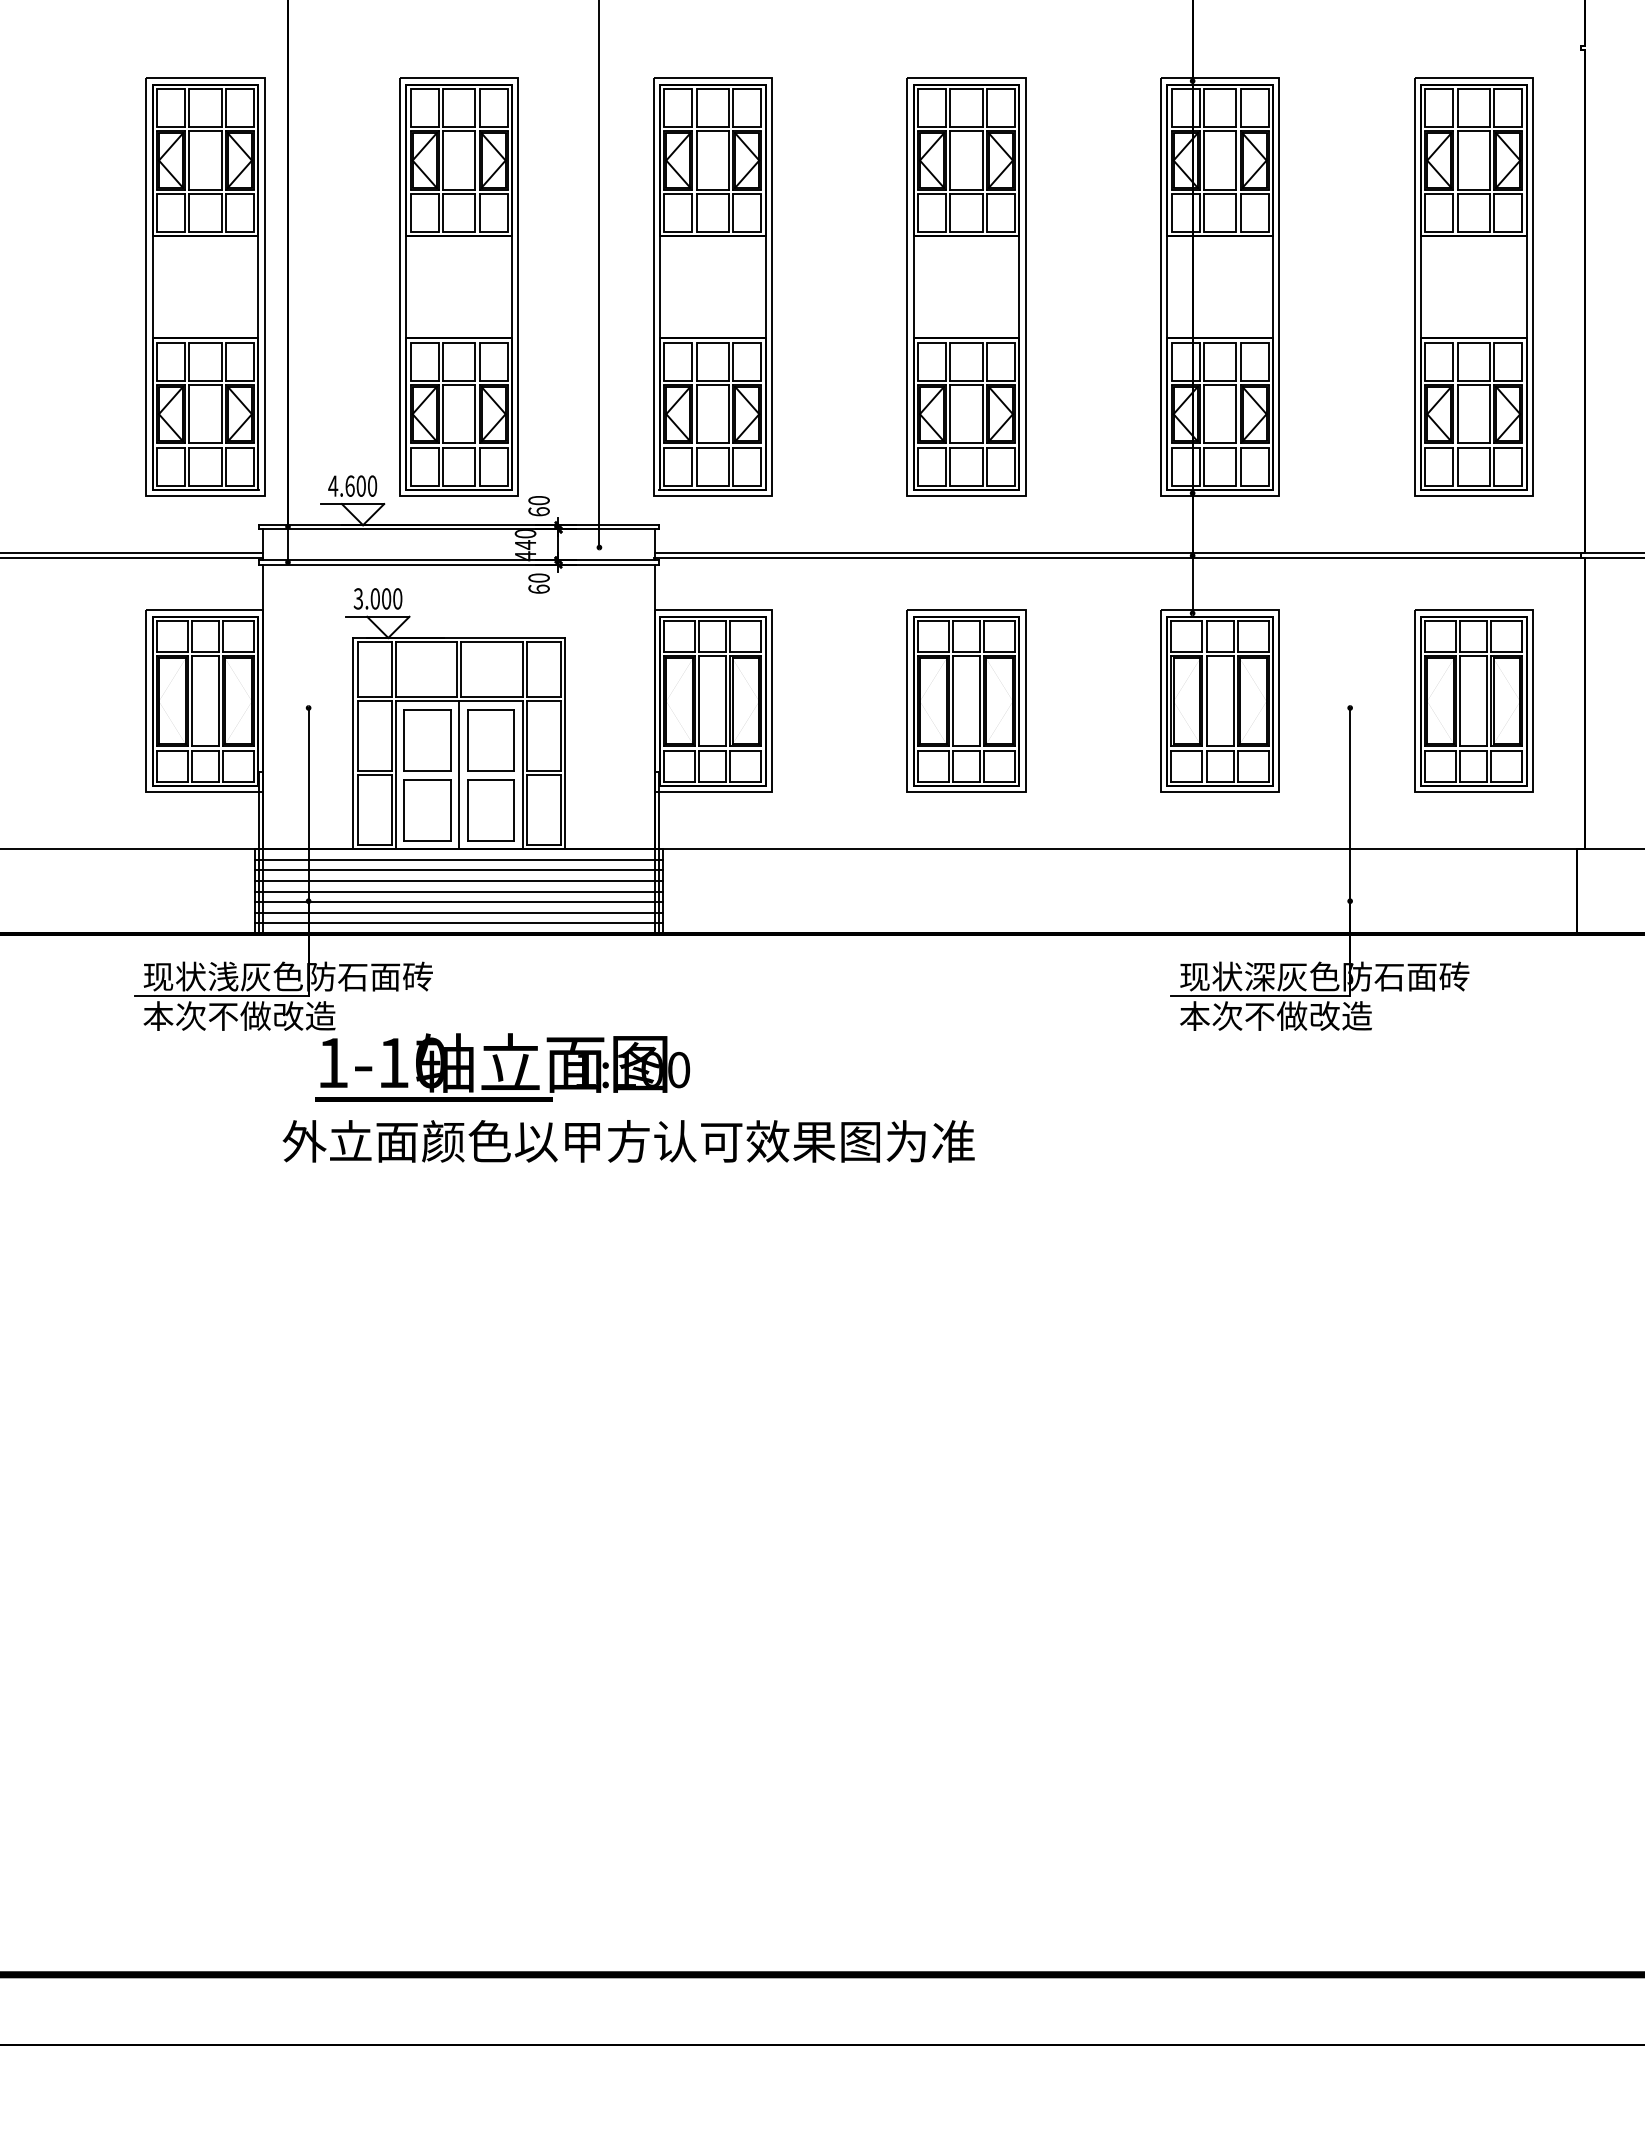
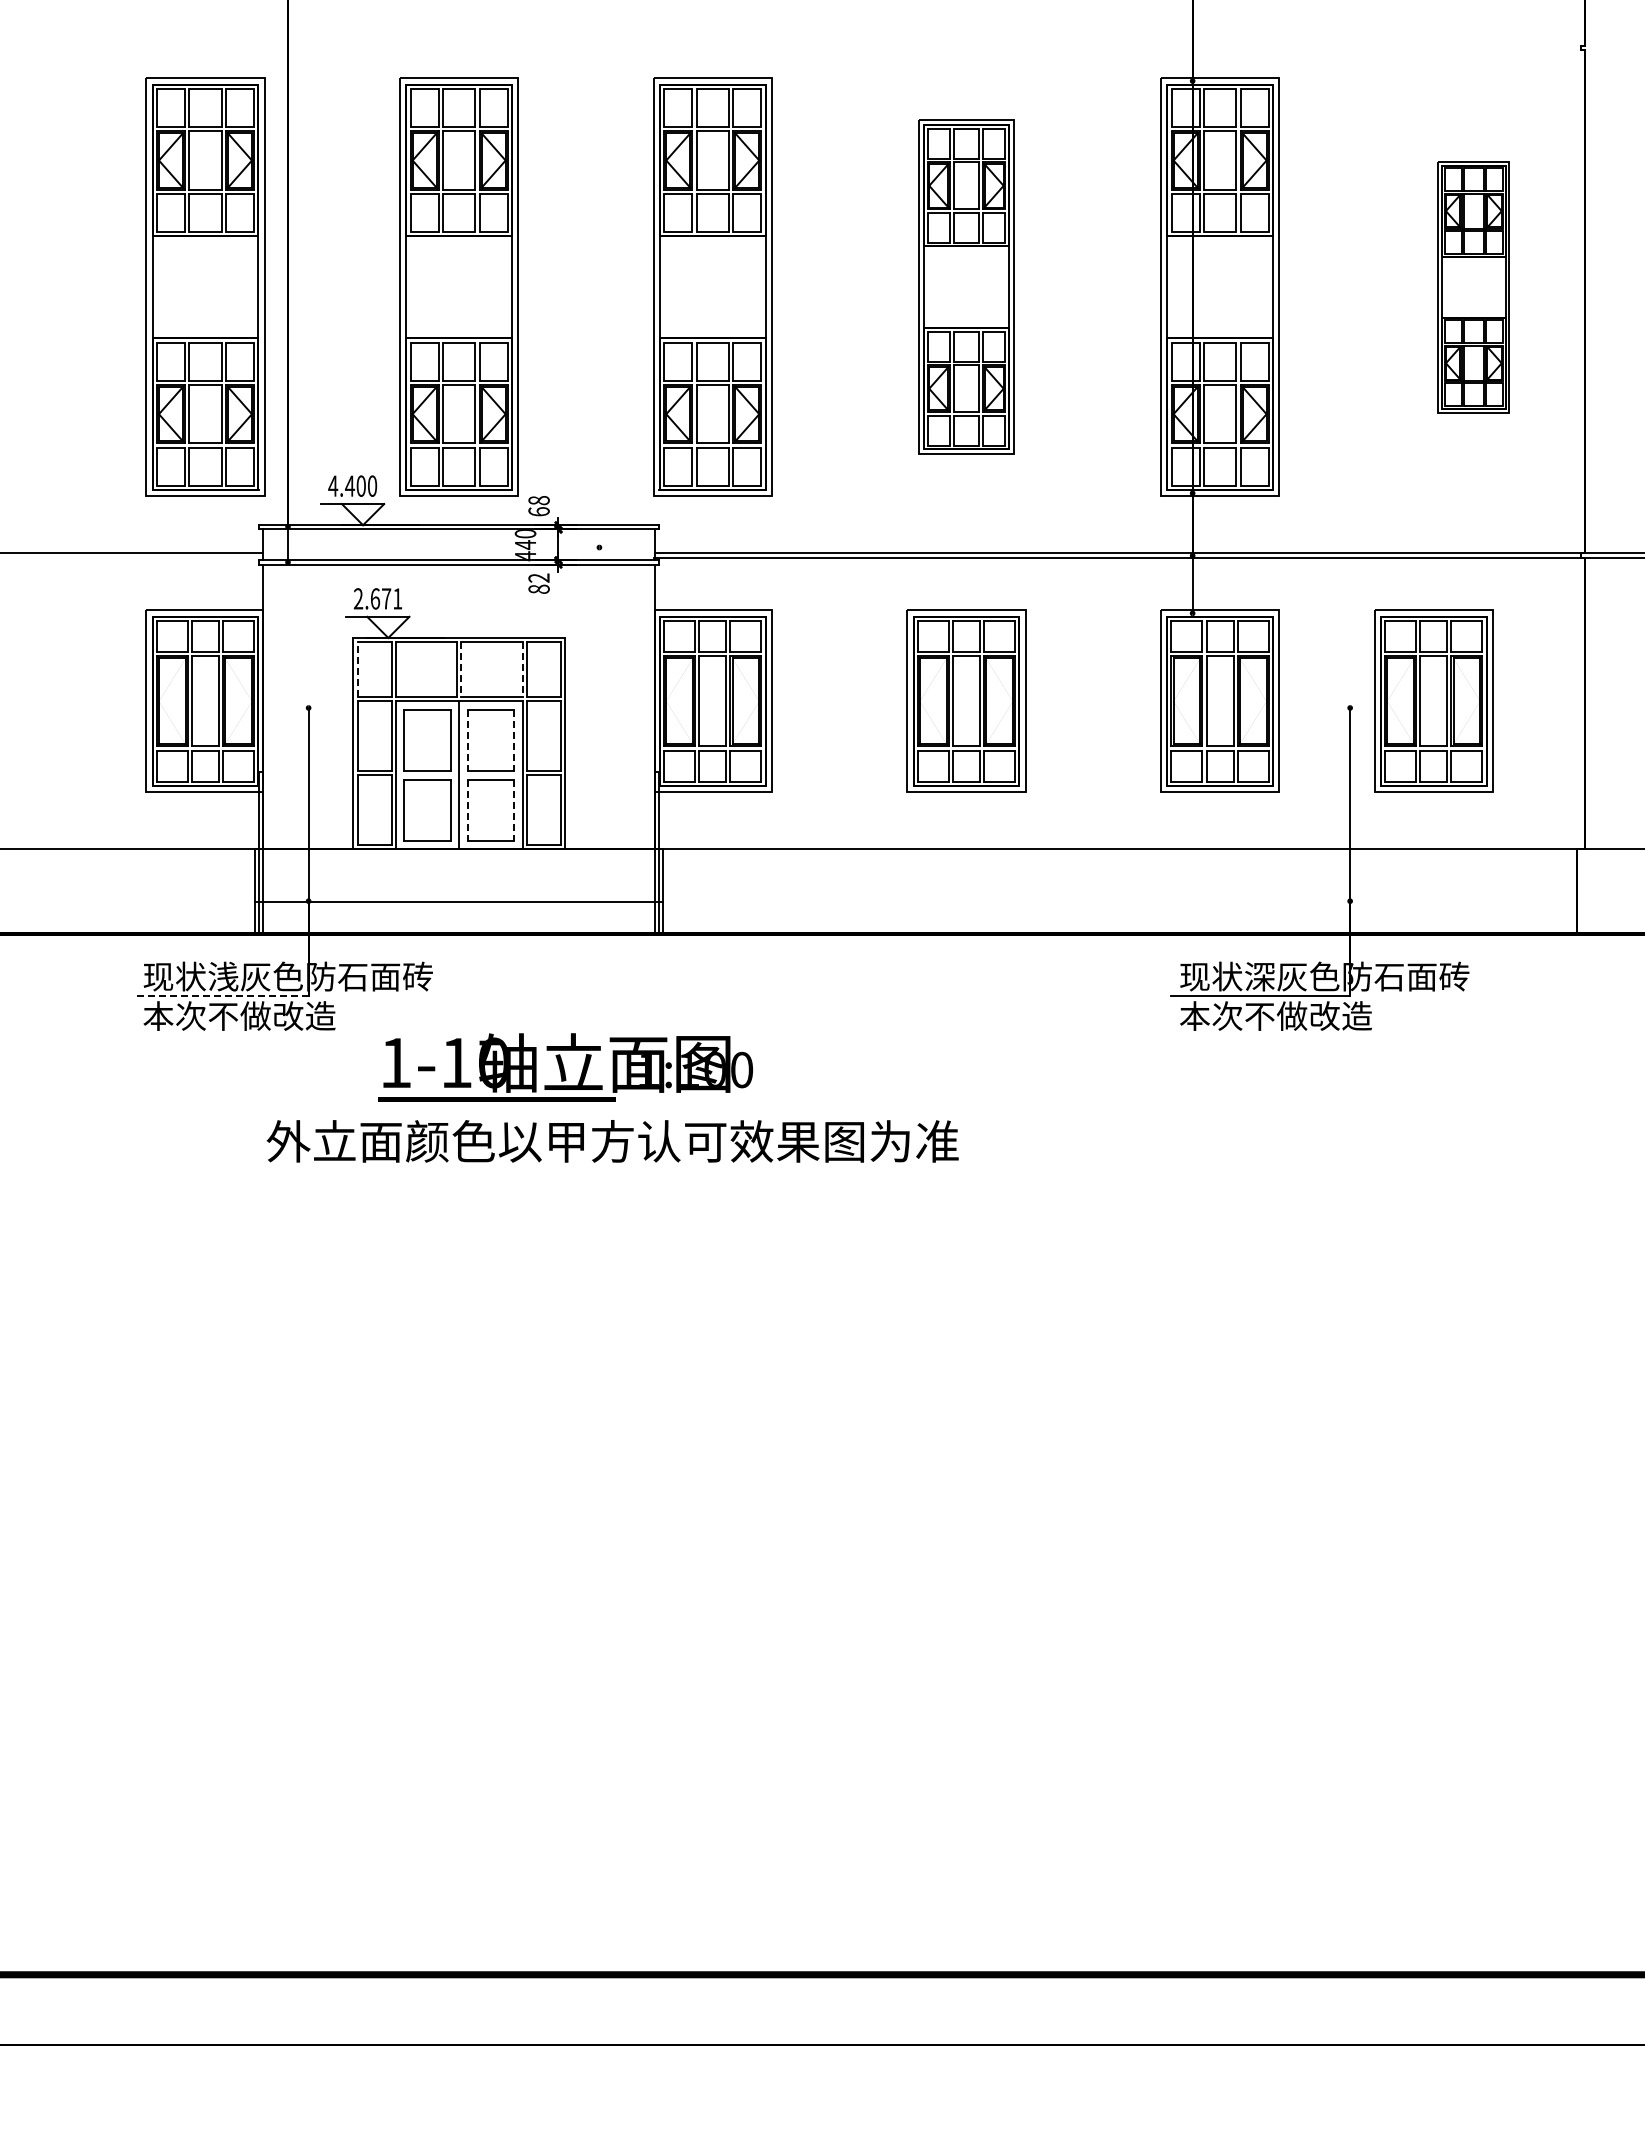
line at (599, 274): present -> none
part at (966, 286) size: 121x420 px -> 97x336 px
part at (1473, 286) size: 120x420 px -> 73x253 px
text at (350, 485): 4.600 -> 4.400
text at (539, 500): 60 -> 68
line at (132, 557): present -> none
text at (538, 583): 60 -> 82
text at (377, 598): 3.000 -> 2.671
line at (357, 669): solid -> dashed
line at (461, 670): solid -> dashed
line at (522, 670): solid -> dashed
part at (1473, 700) position: (1473, 700) -> (1433, 700)
line at (467, 740): solid -> dashed
line at (514, 740): solid -> dashed
line at (467, 810): solid -> dashed
line at (514, 810): solid -> dashed
line at (458, 859): present -> none
line at (458, 870): present -> none
line at (458, 881): present -> none
line at (458, 891): present -> none
line at (458, 912): present -> none
line at (458, 923): present -> none
line at (221, 996): solid -> dashed
text at (502, 1067) position: (502, 1067) -> (565, 1067)
text at (628, 1141) position: (628, 1141) -> (612, 1141)
